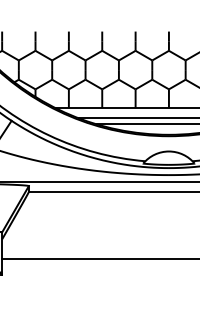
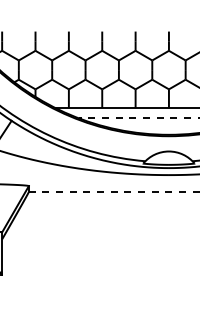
line at (138, 118): solid -> dashed
line at (146, 124): present -> none
line at (99, 182): present -> none
line at (113, 192): solid -> dashed
line at (99, 258): present -> none
